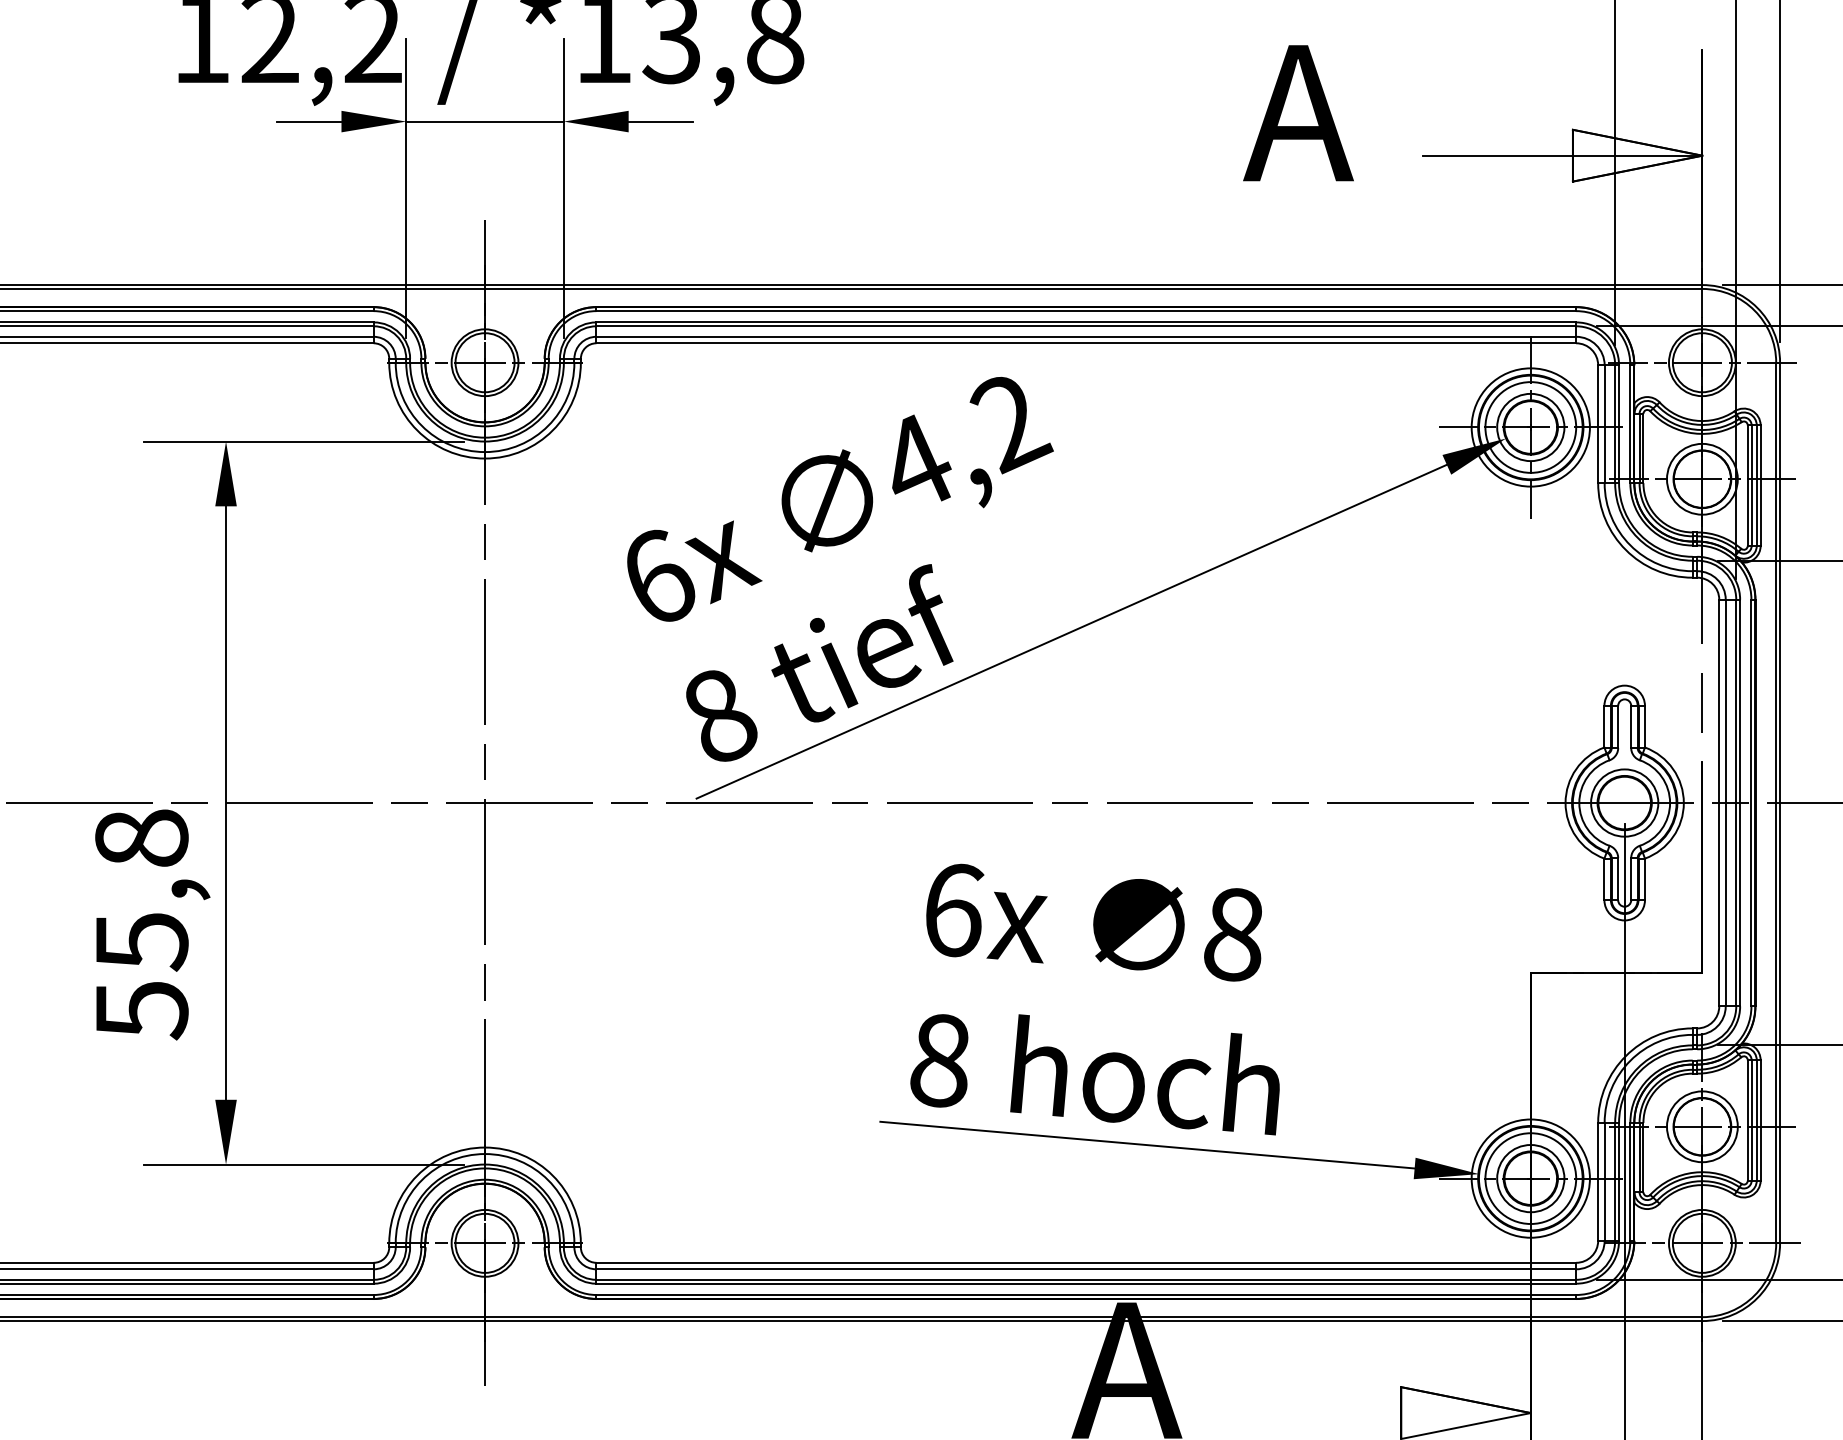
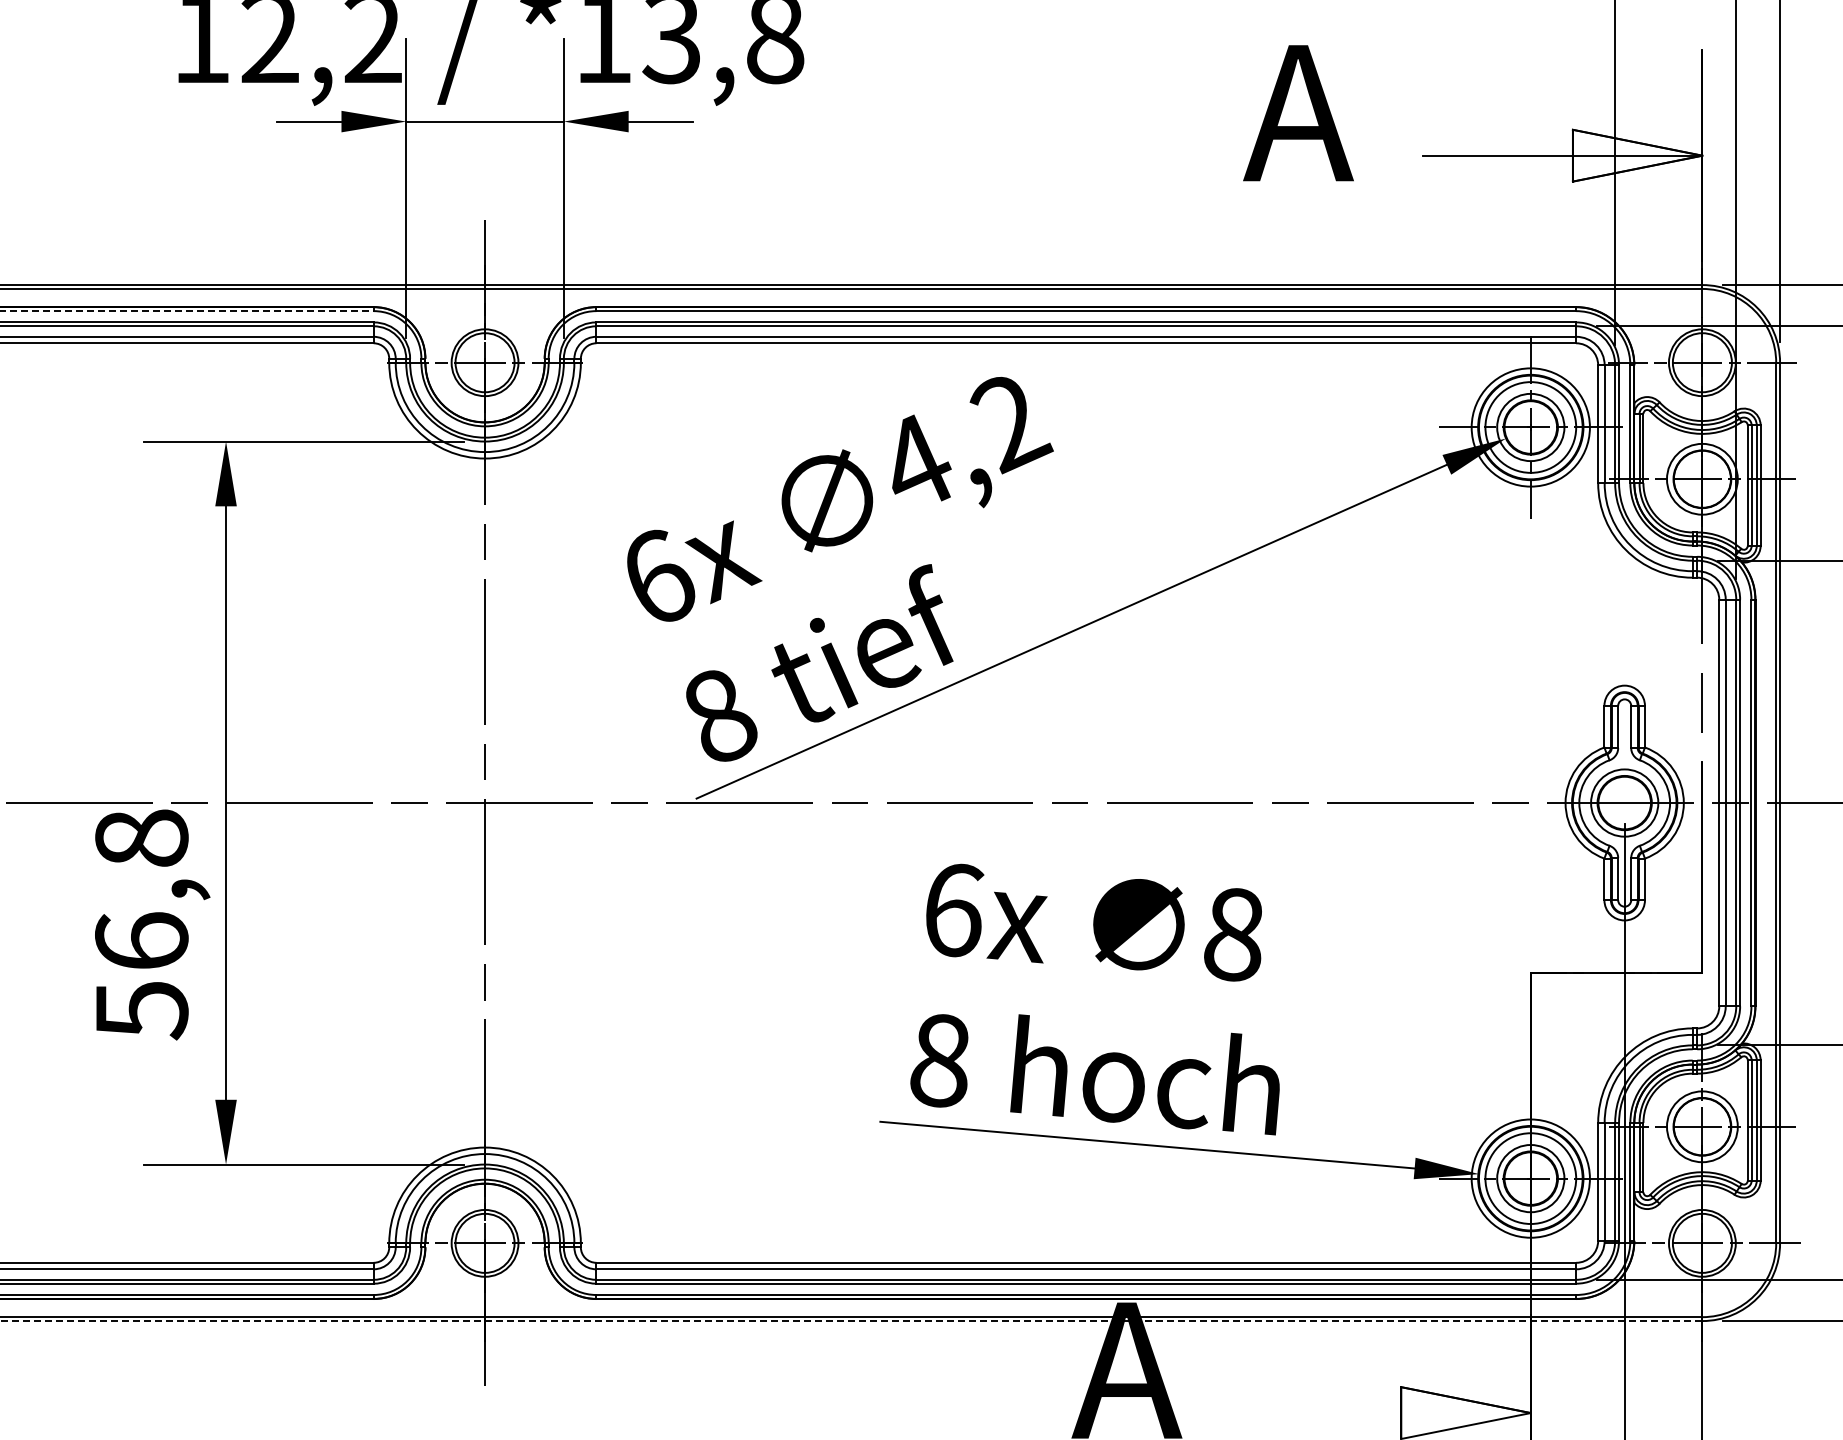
line at (187, 311): solid -> dashed
text at (141, 941): 55,8 -> 56,8
line at (851, 1321): solid -> dashed
